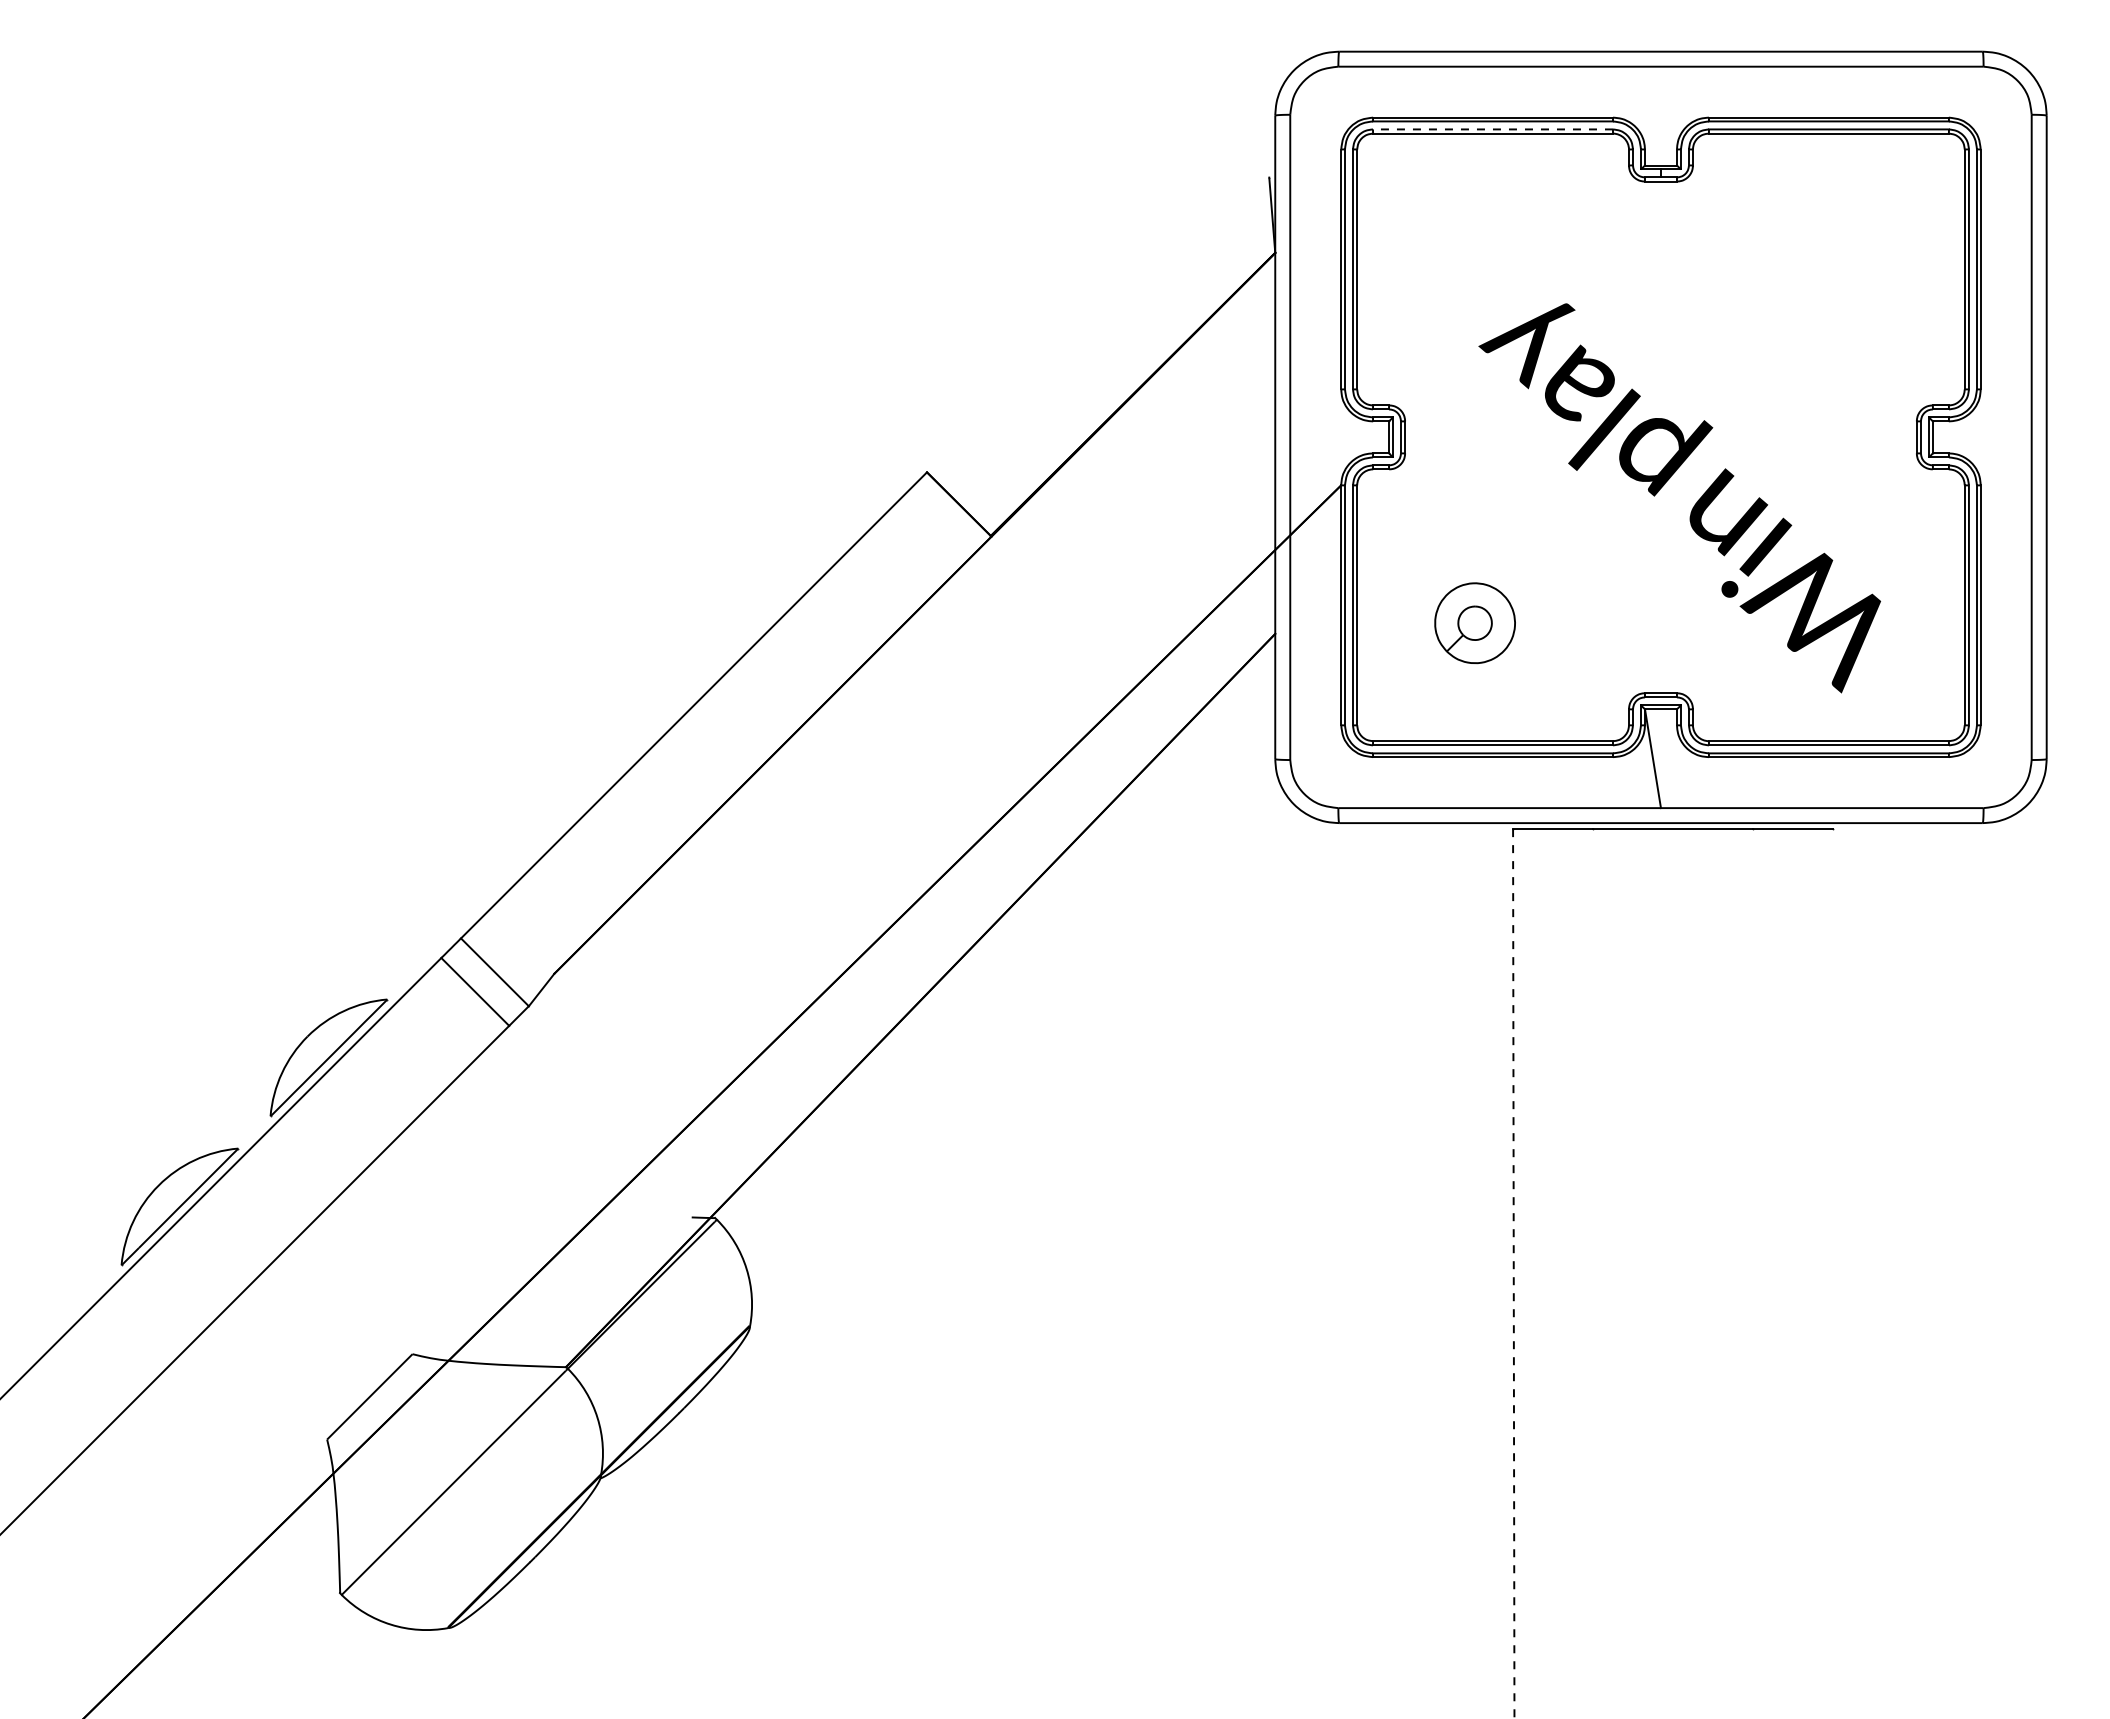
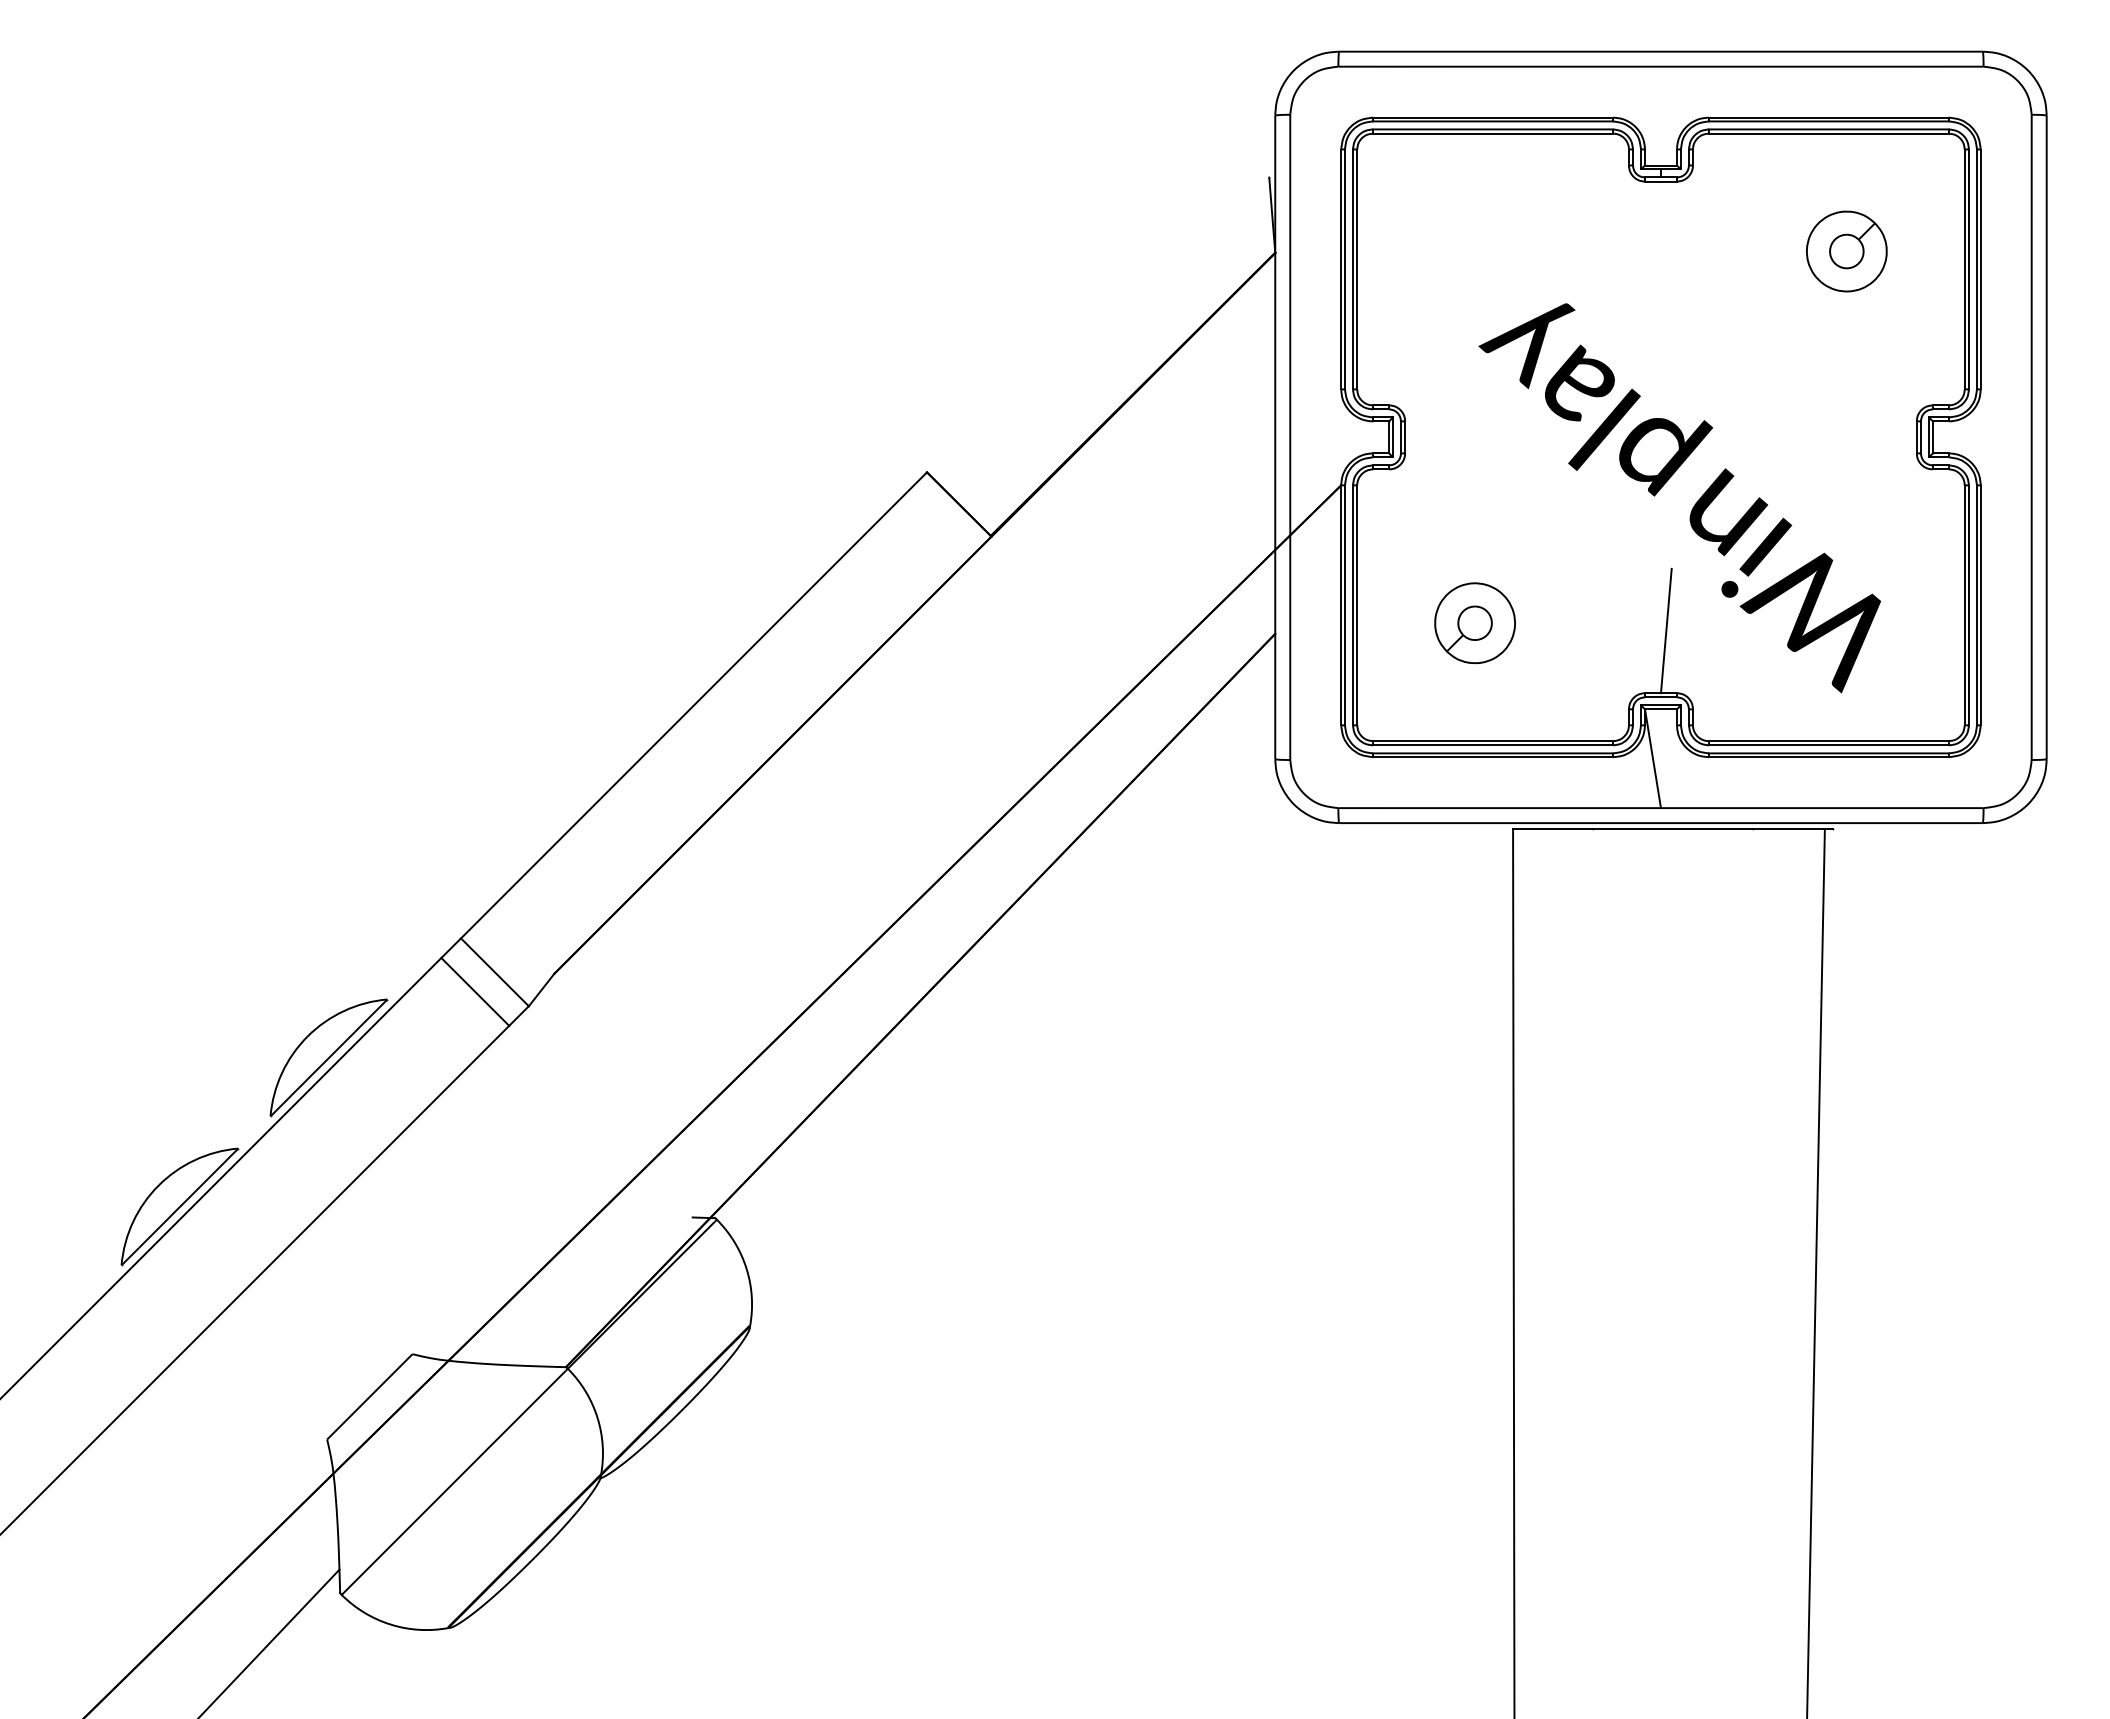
line at (1492, 129): dashed -> solid
part at (1846, 251): none -> present
line at (1665, 630): none -> present
line at (1815, 1272): none -> present
line at (1513, 1274): dashed -> solid
line at (270, 1642): none -> present
